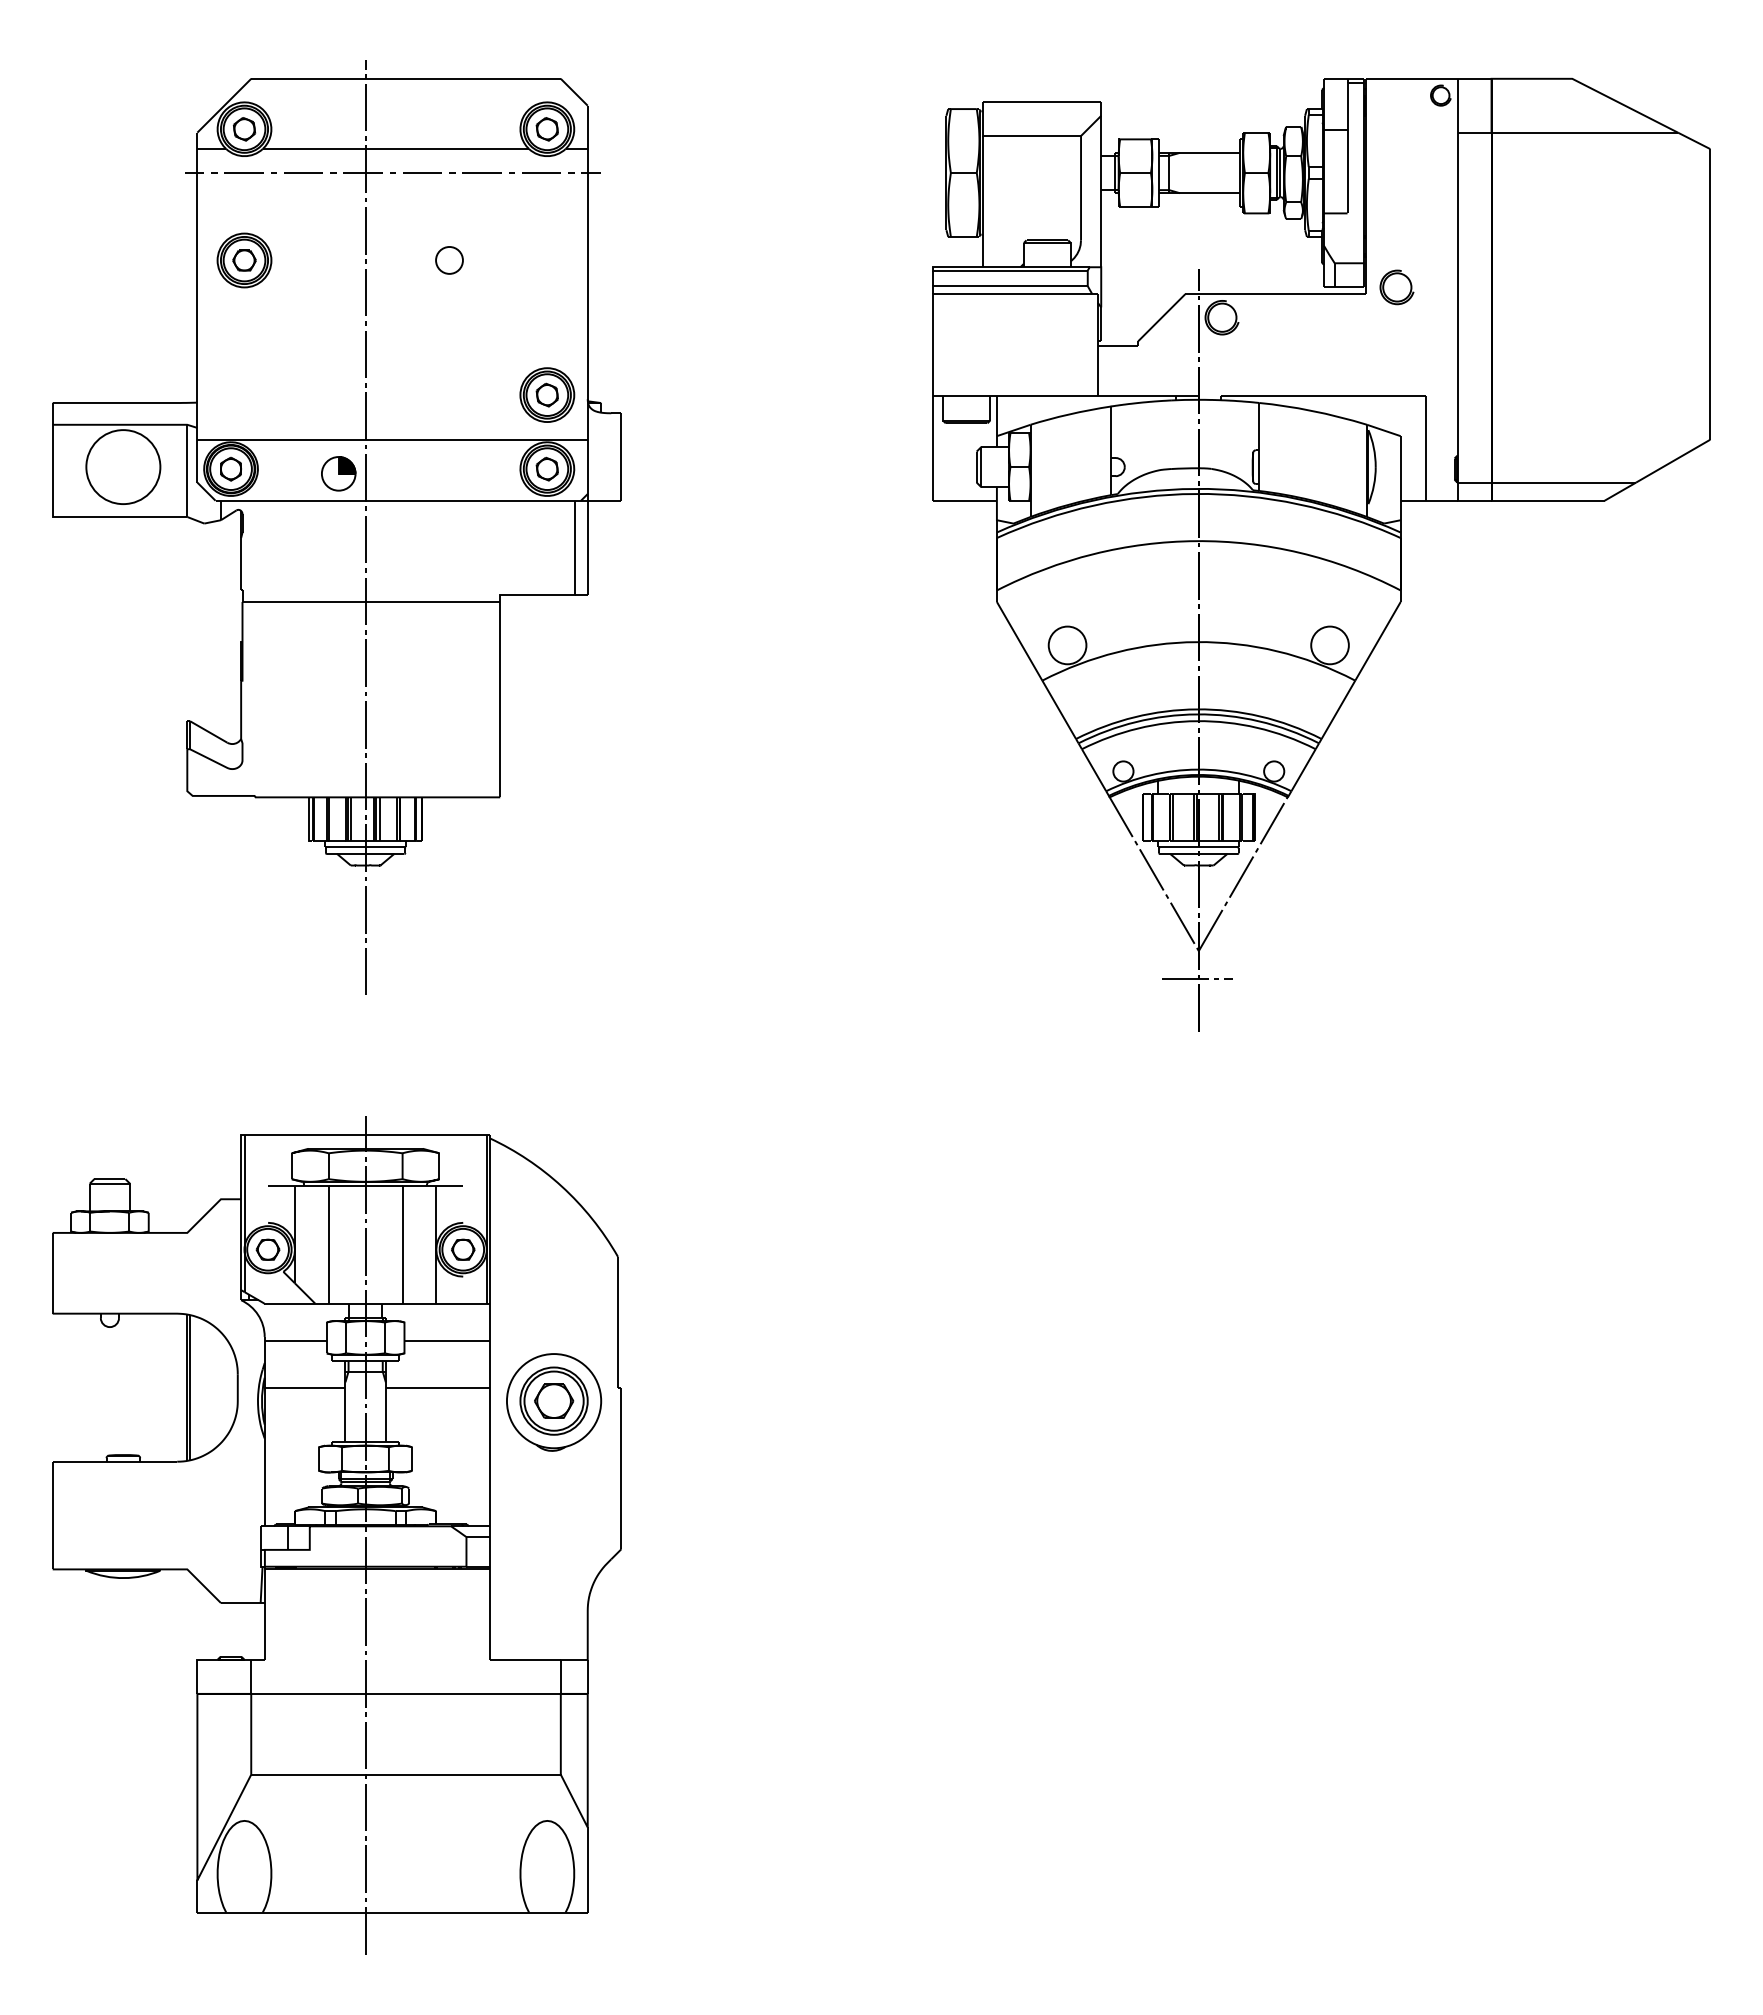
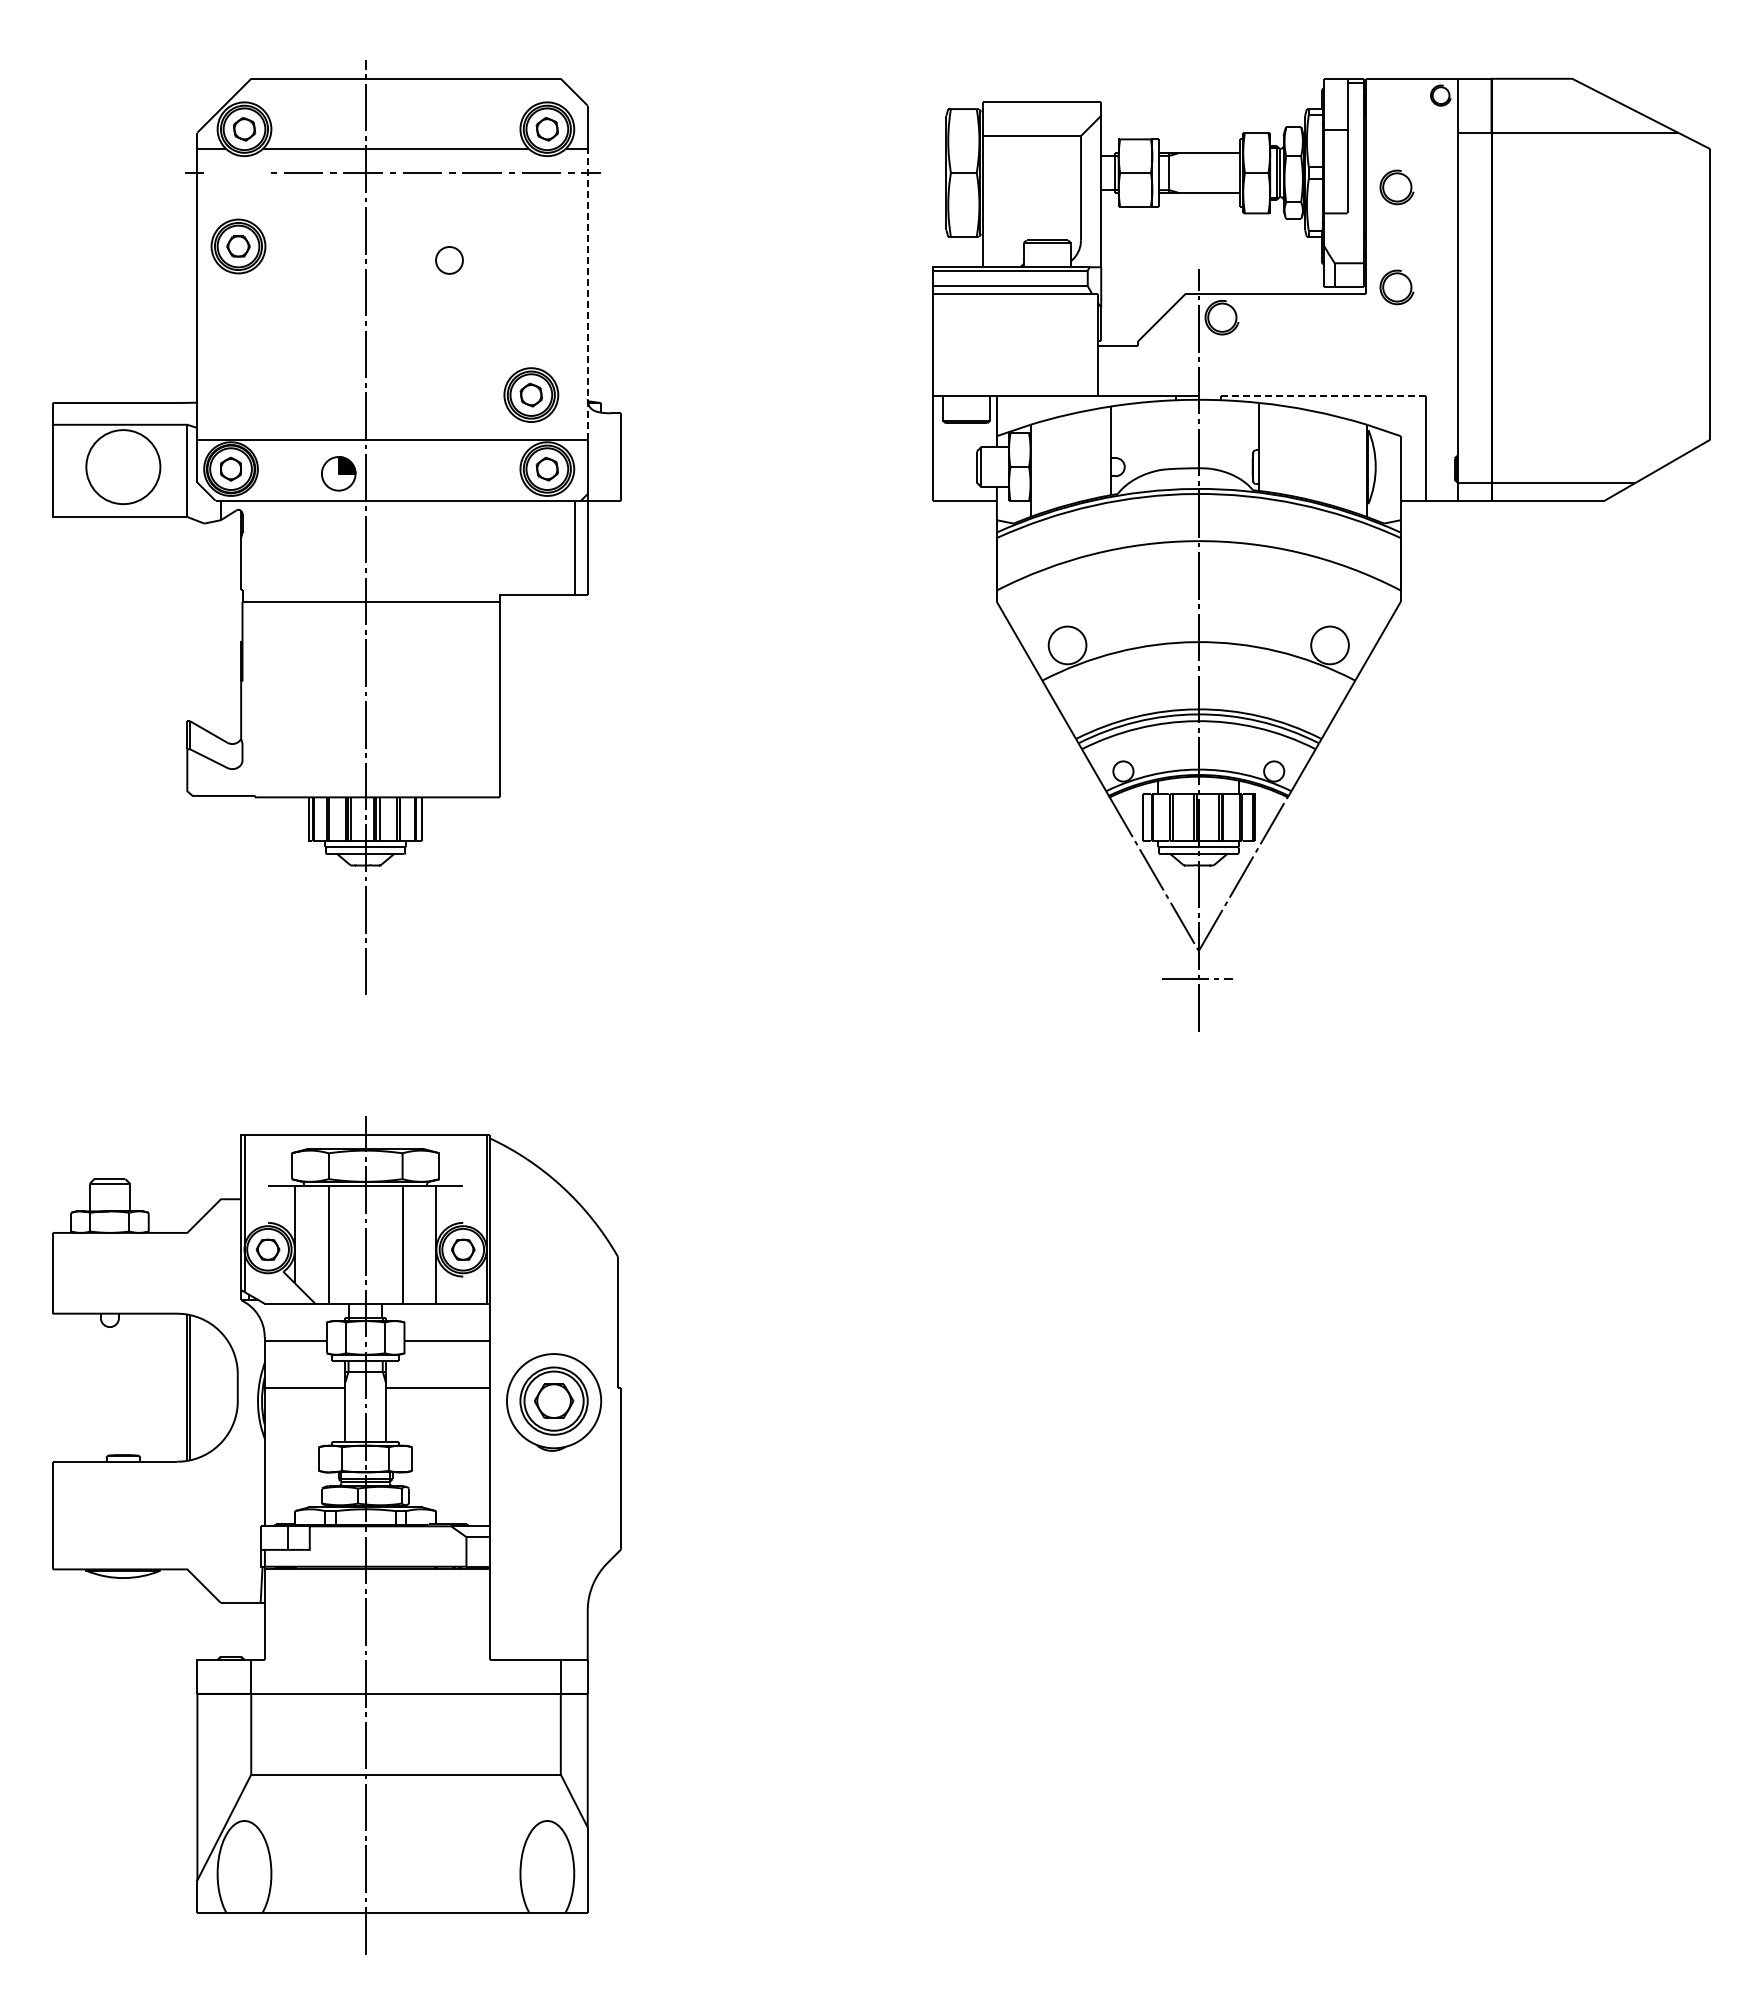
line at (237, 172): present -> none
part at (1396, 187): none -> present
part at (244, 260) position: (244, 260) -> (238, 246)
line at (587, 293): solid -> dashed
part at (547, 394) position: (547, 394) -> (531, 394)
line at (1323, 396): solid -> dashed
